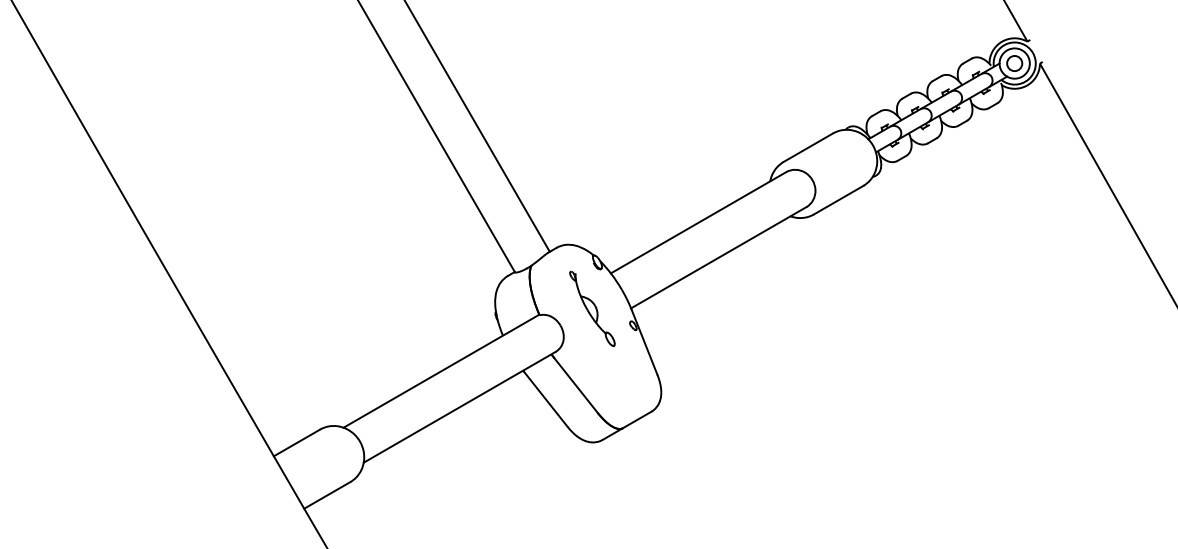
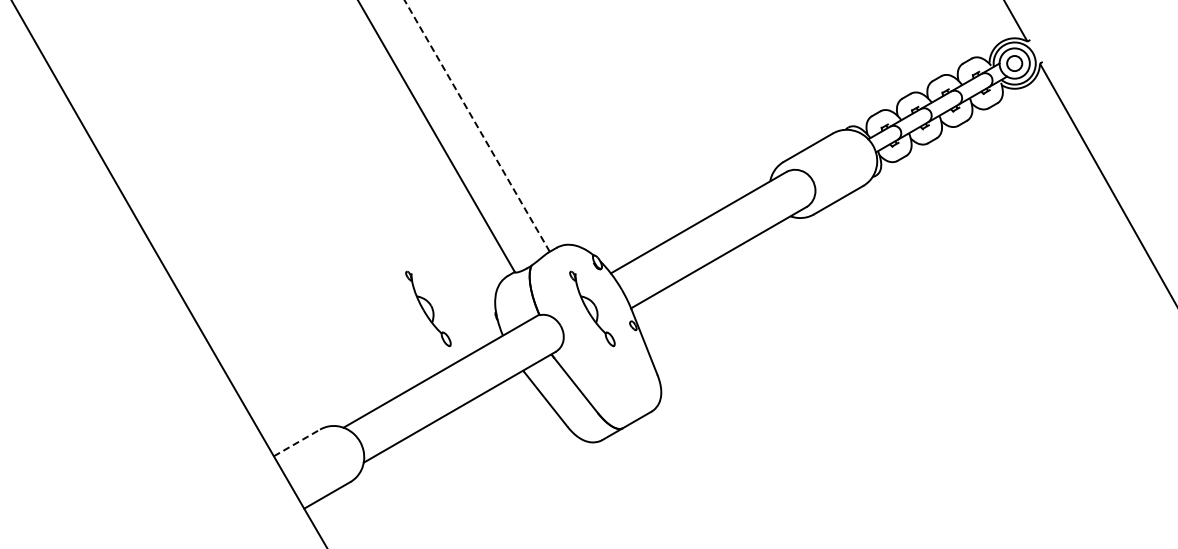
line at (477, 126): solid -> dashed
part at (428, 308): none -> present
line at (296, 442): solid -> dashed
